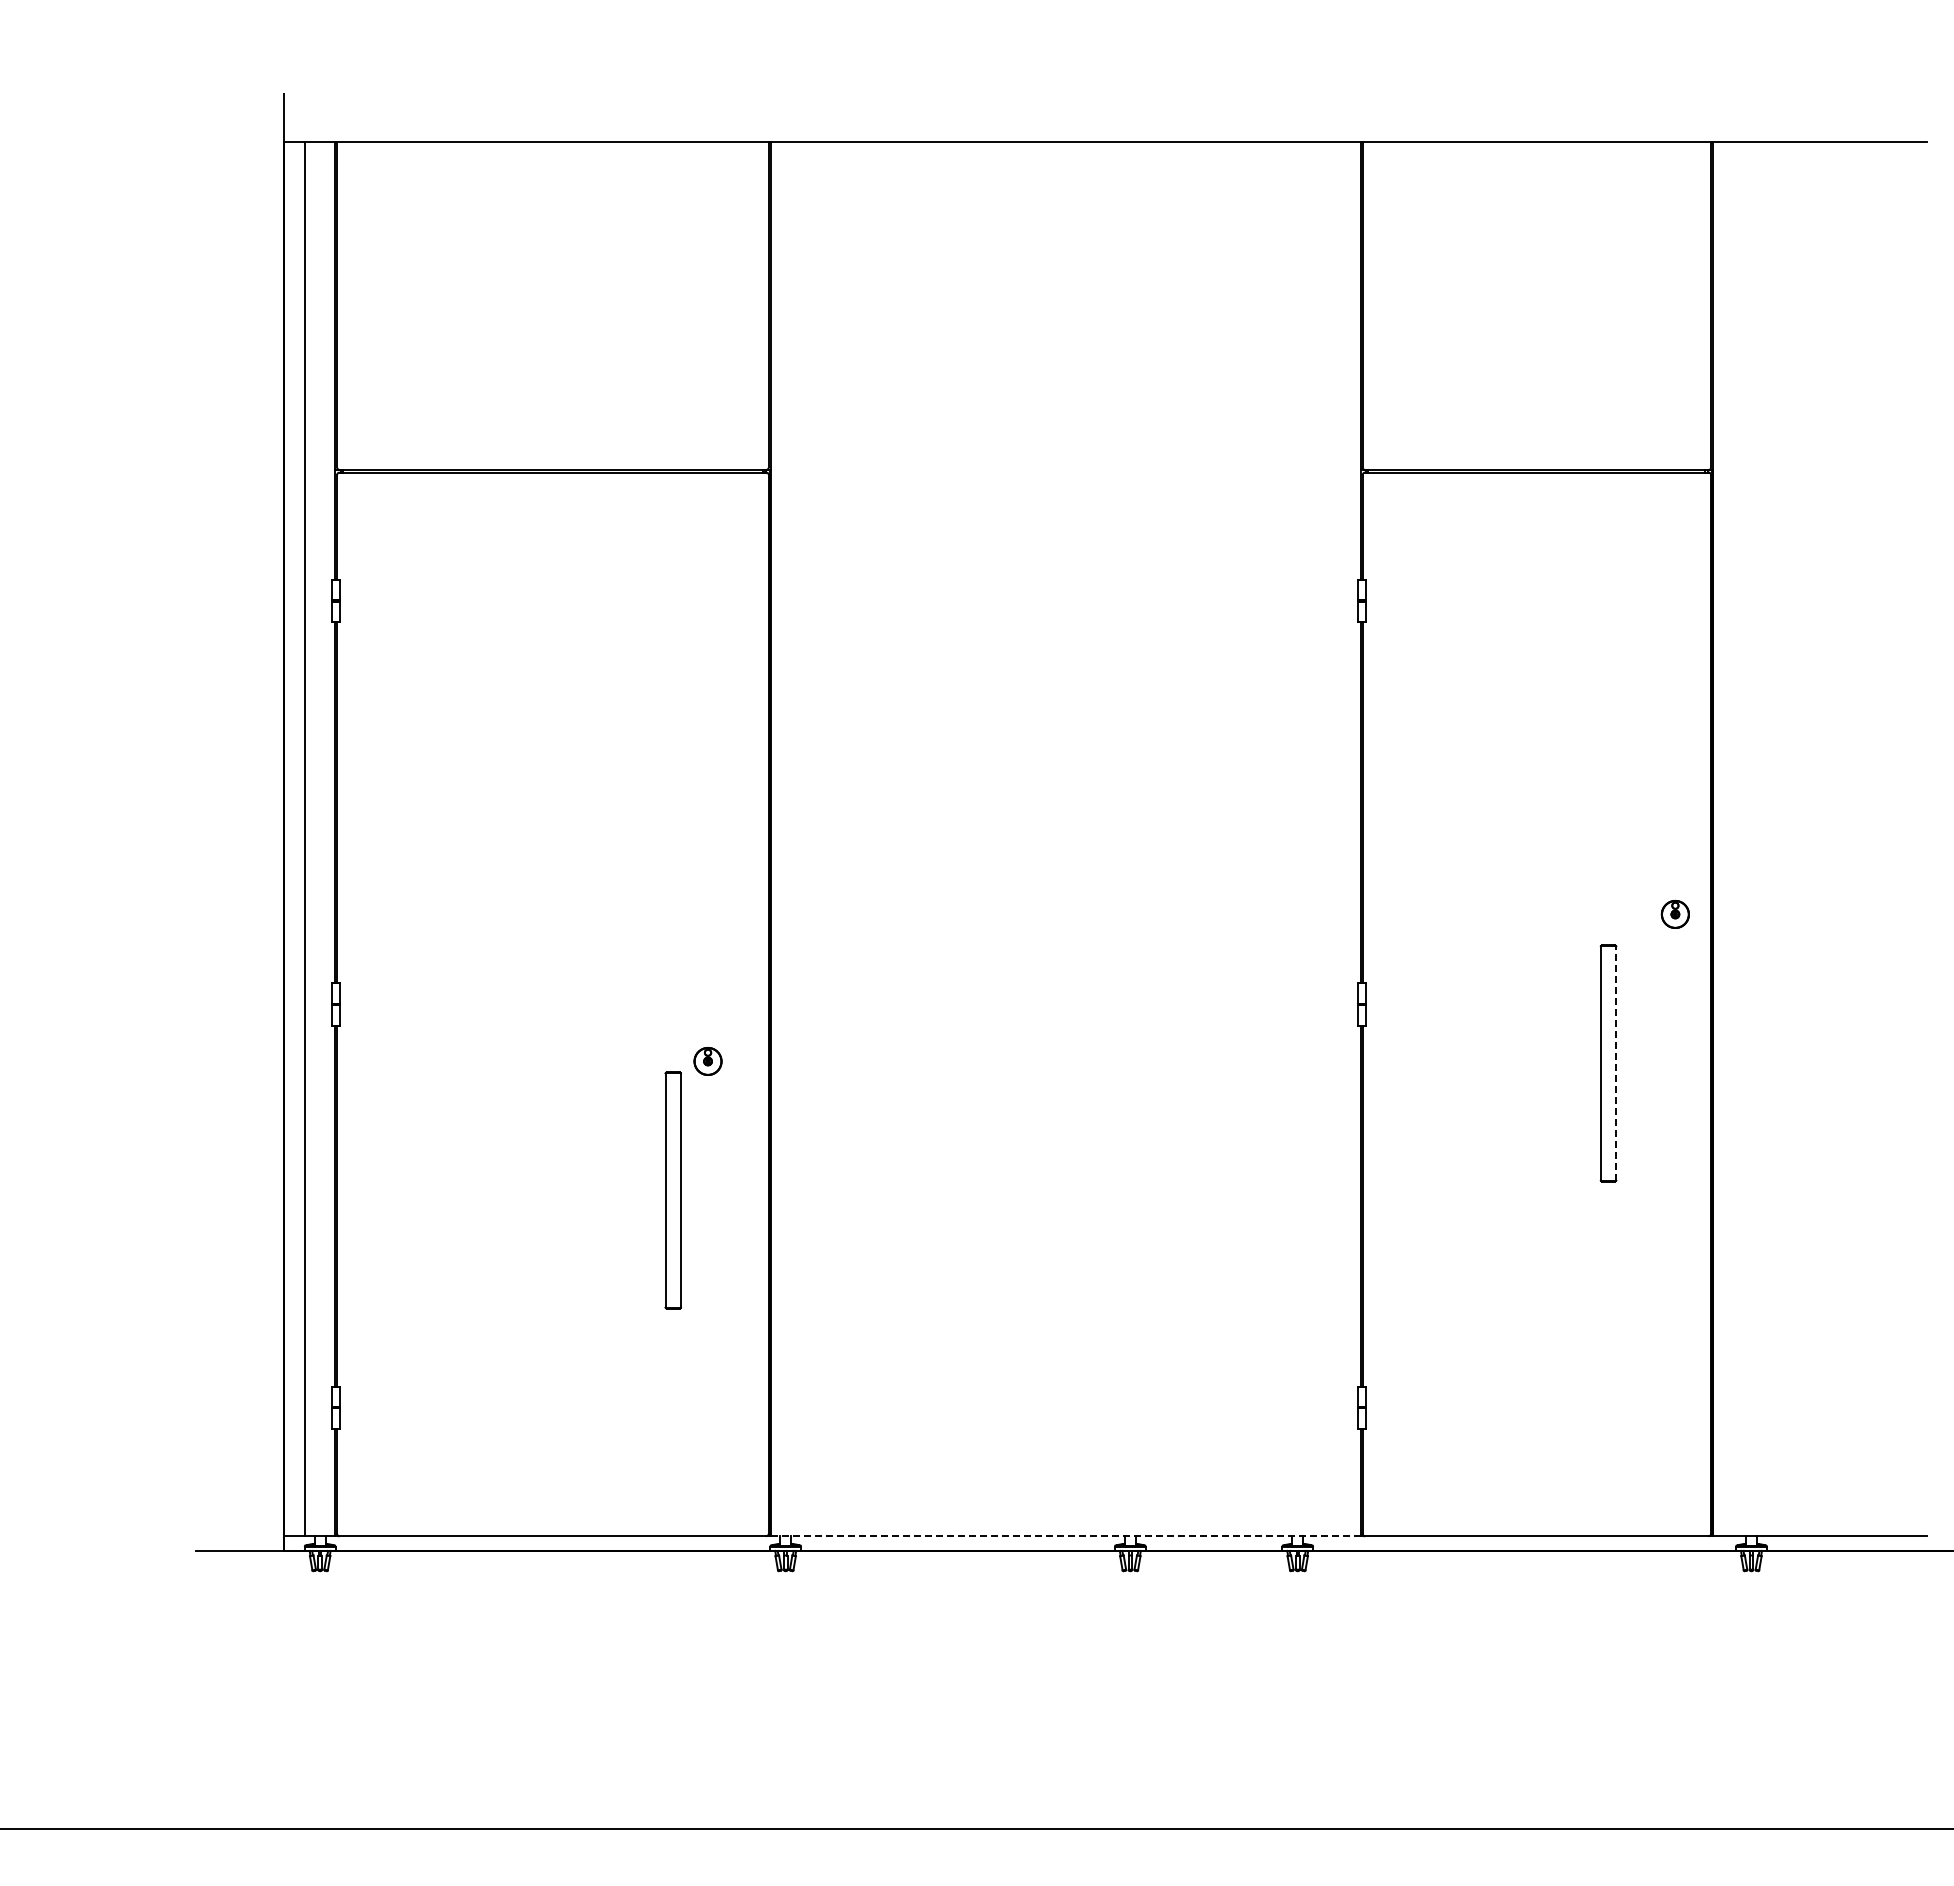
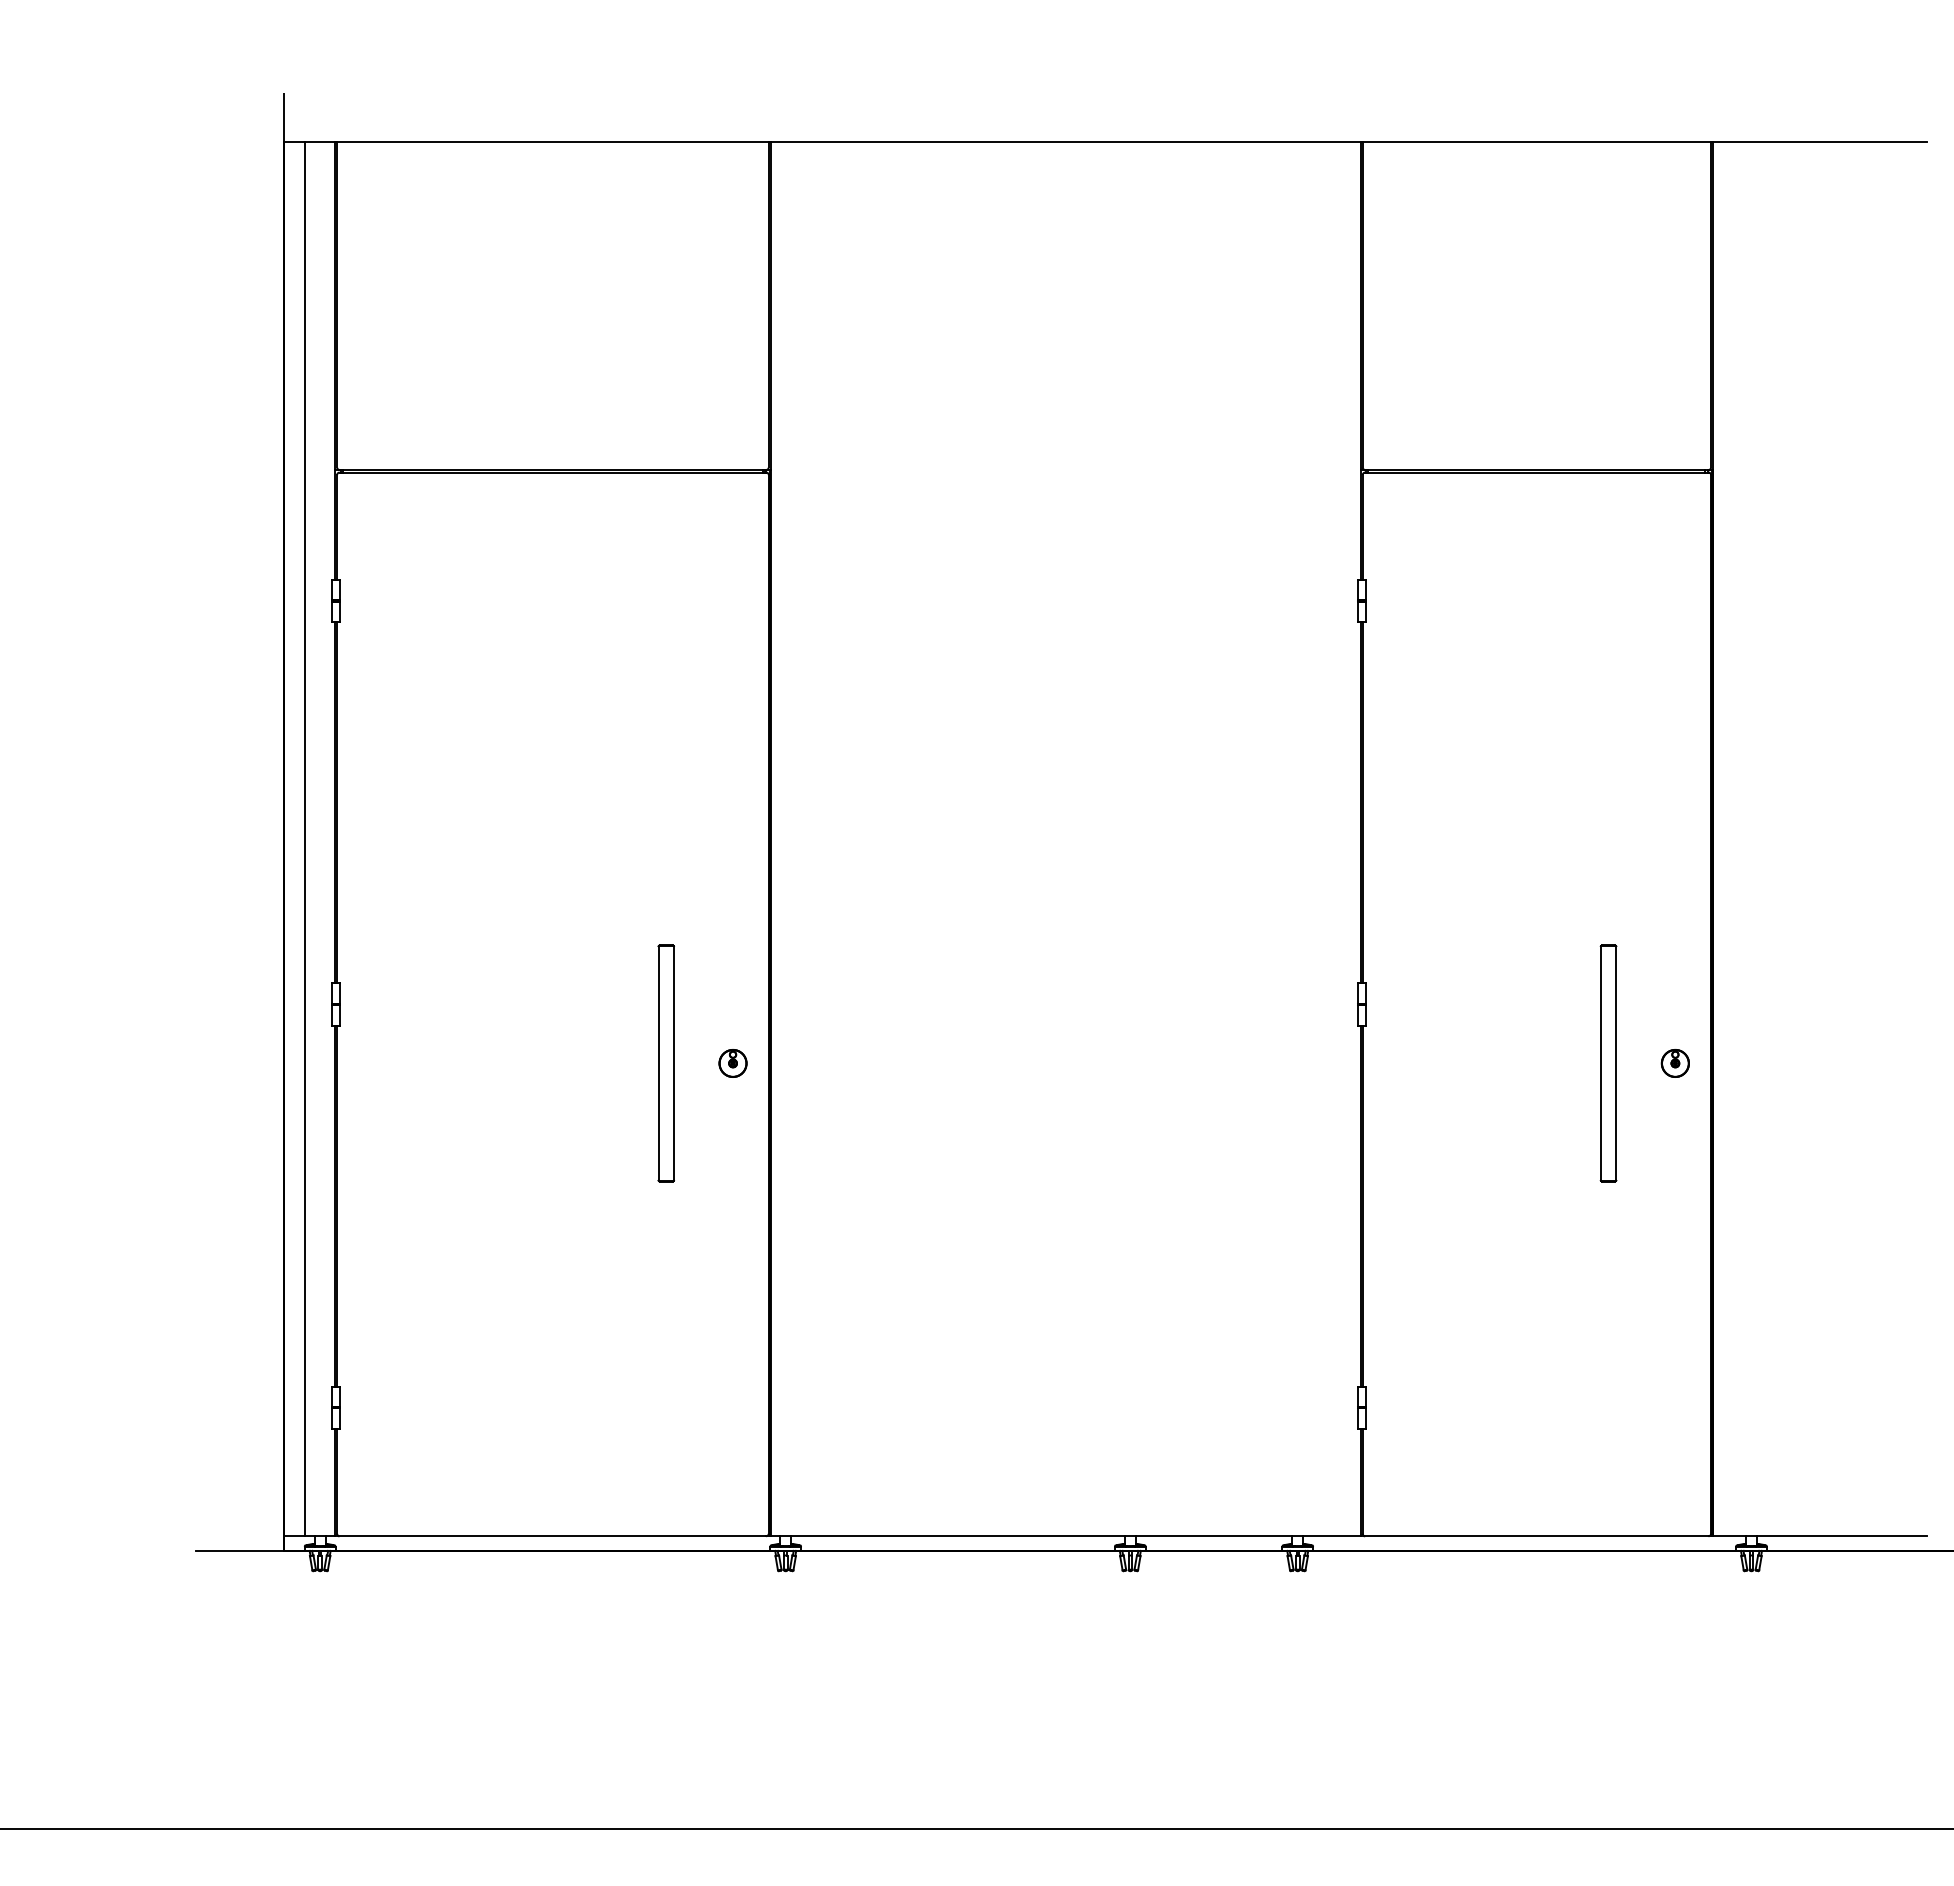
part at (1674, 914) position: (1674, 914) -> (1674, 1063)
part at (707, 1061) position: (707, 1061) -> (732, 1063)
line at (1616, 1062): dashed -> solid
part at (672, 1190) position: (672, 1190) -> (665, 1063)
line at (1065, 1536): dashed -> solid
